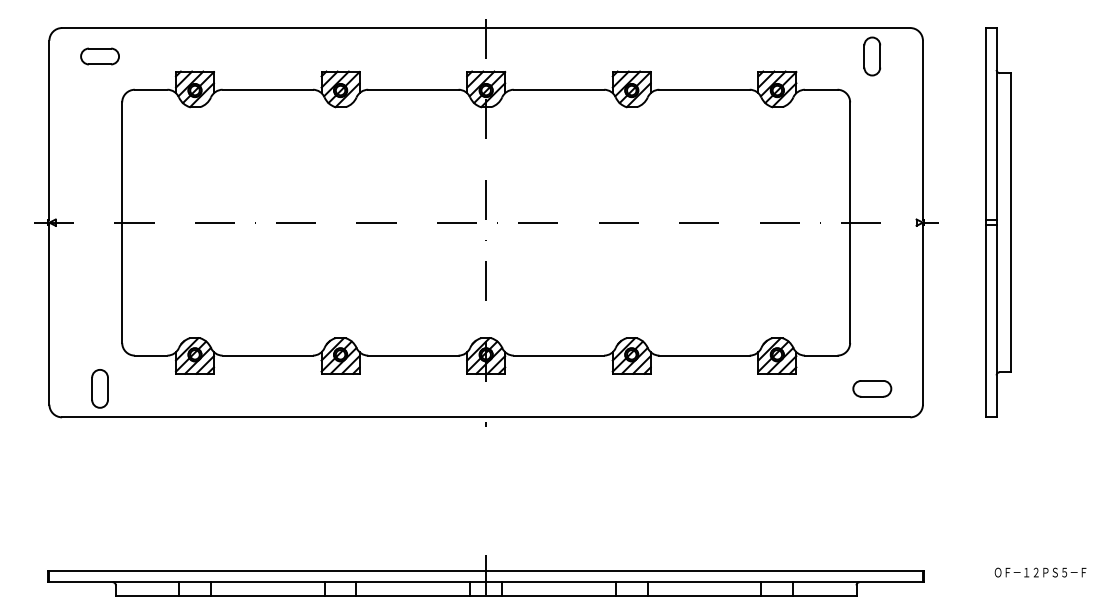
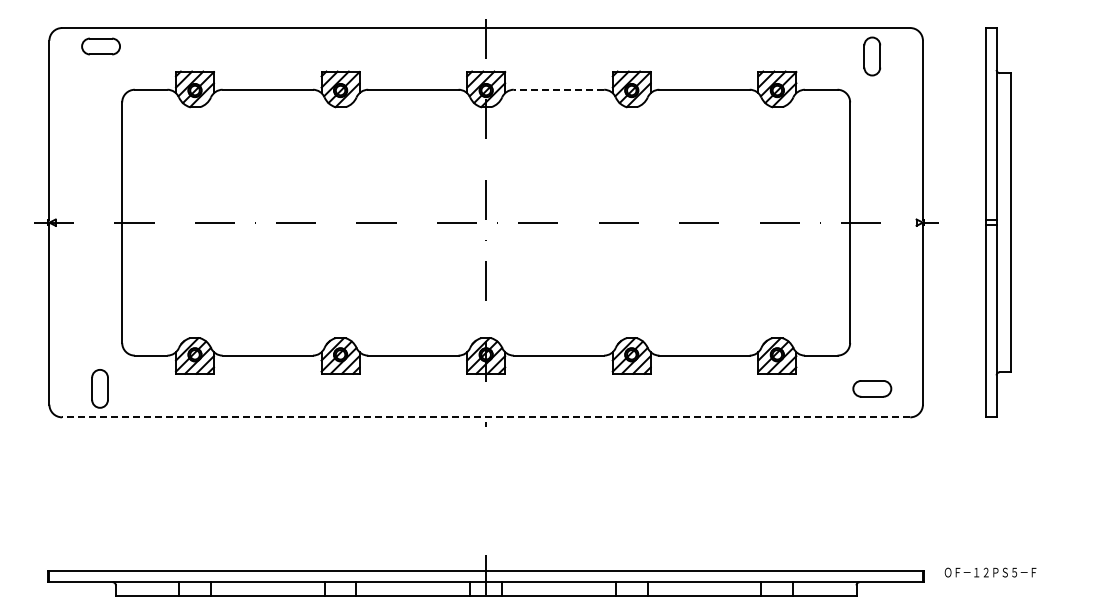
part at (99, 56) position: (99, 56) -> (100, 46)
line at (558, 89): solid -> dashed
line at (485, 417): solid -> dashed
text at (1040, 572) position: (1040, 572) -> (990, 572)
